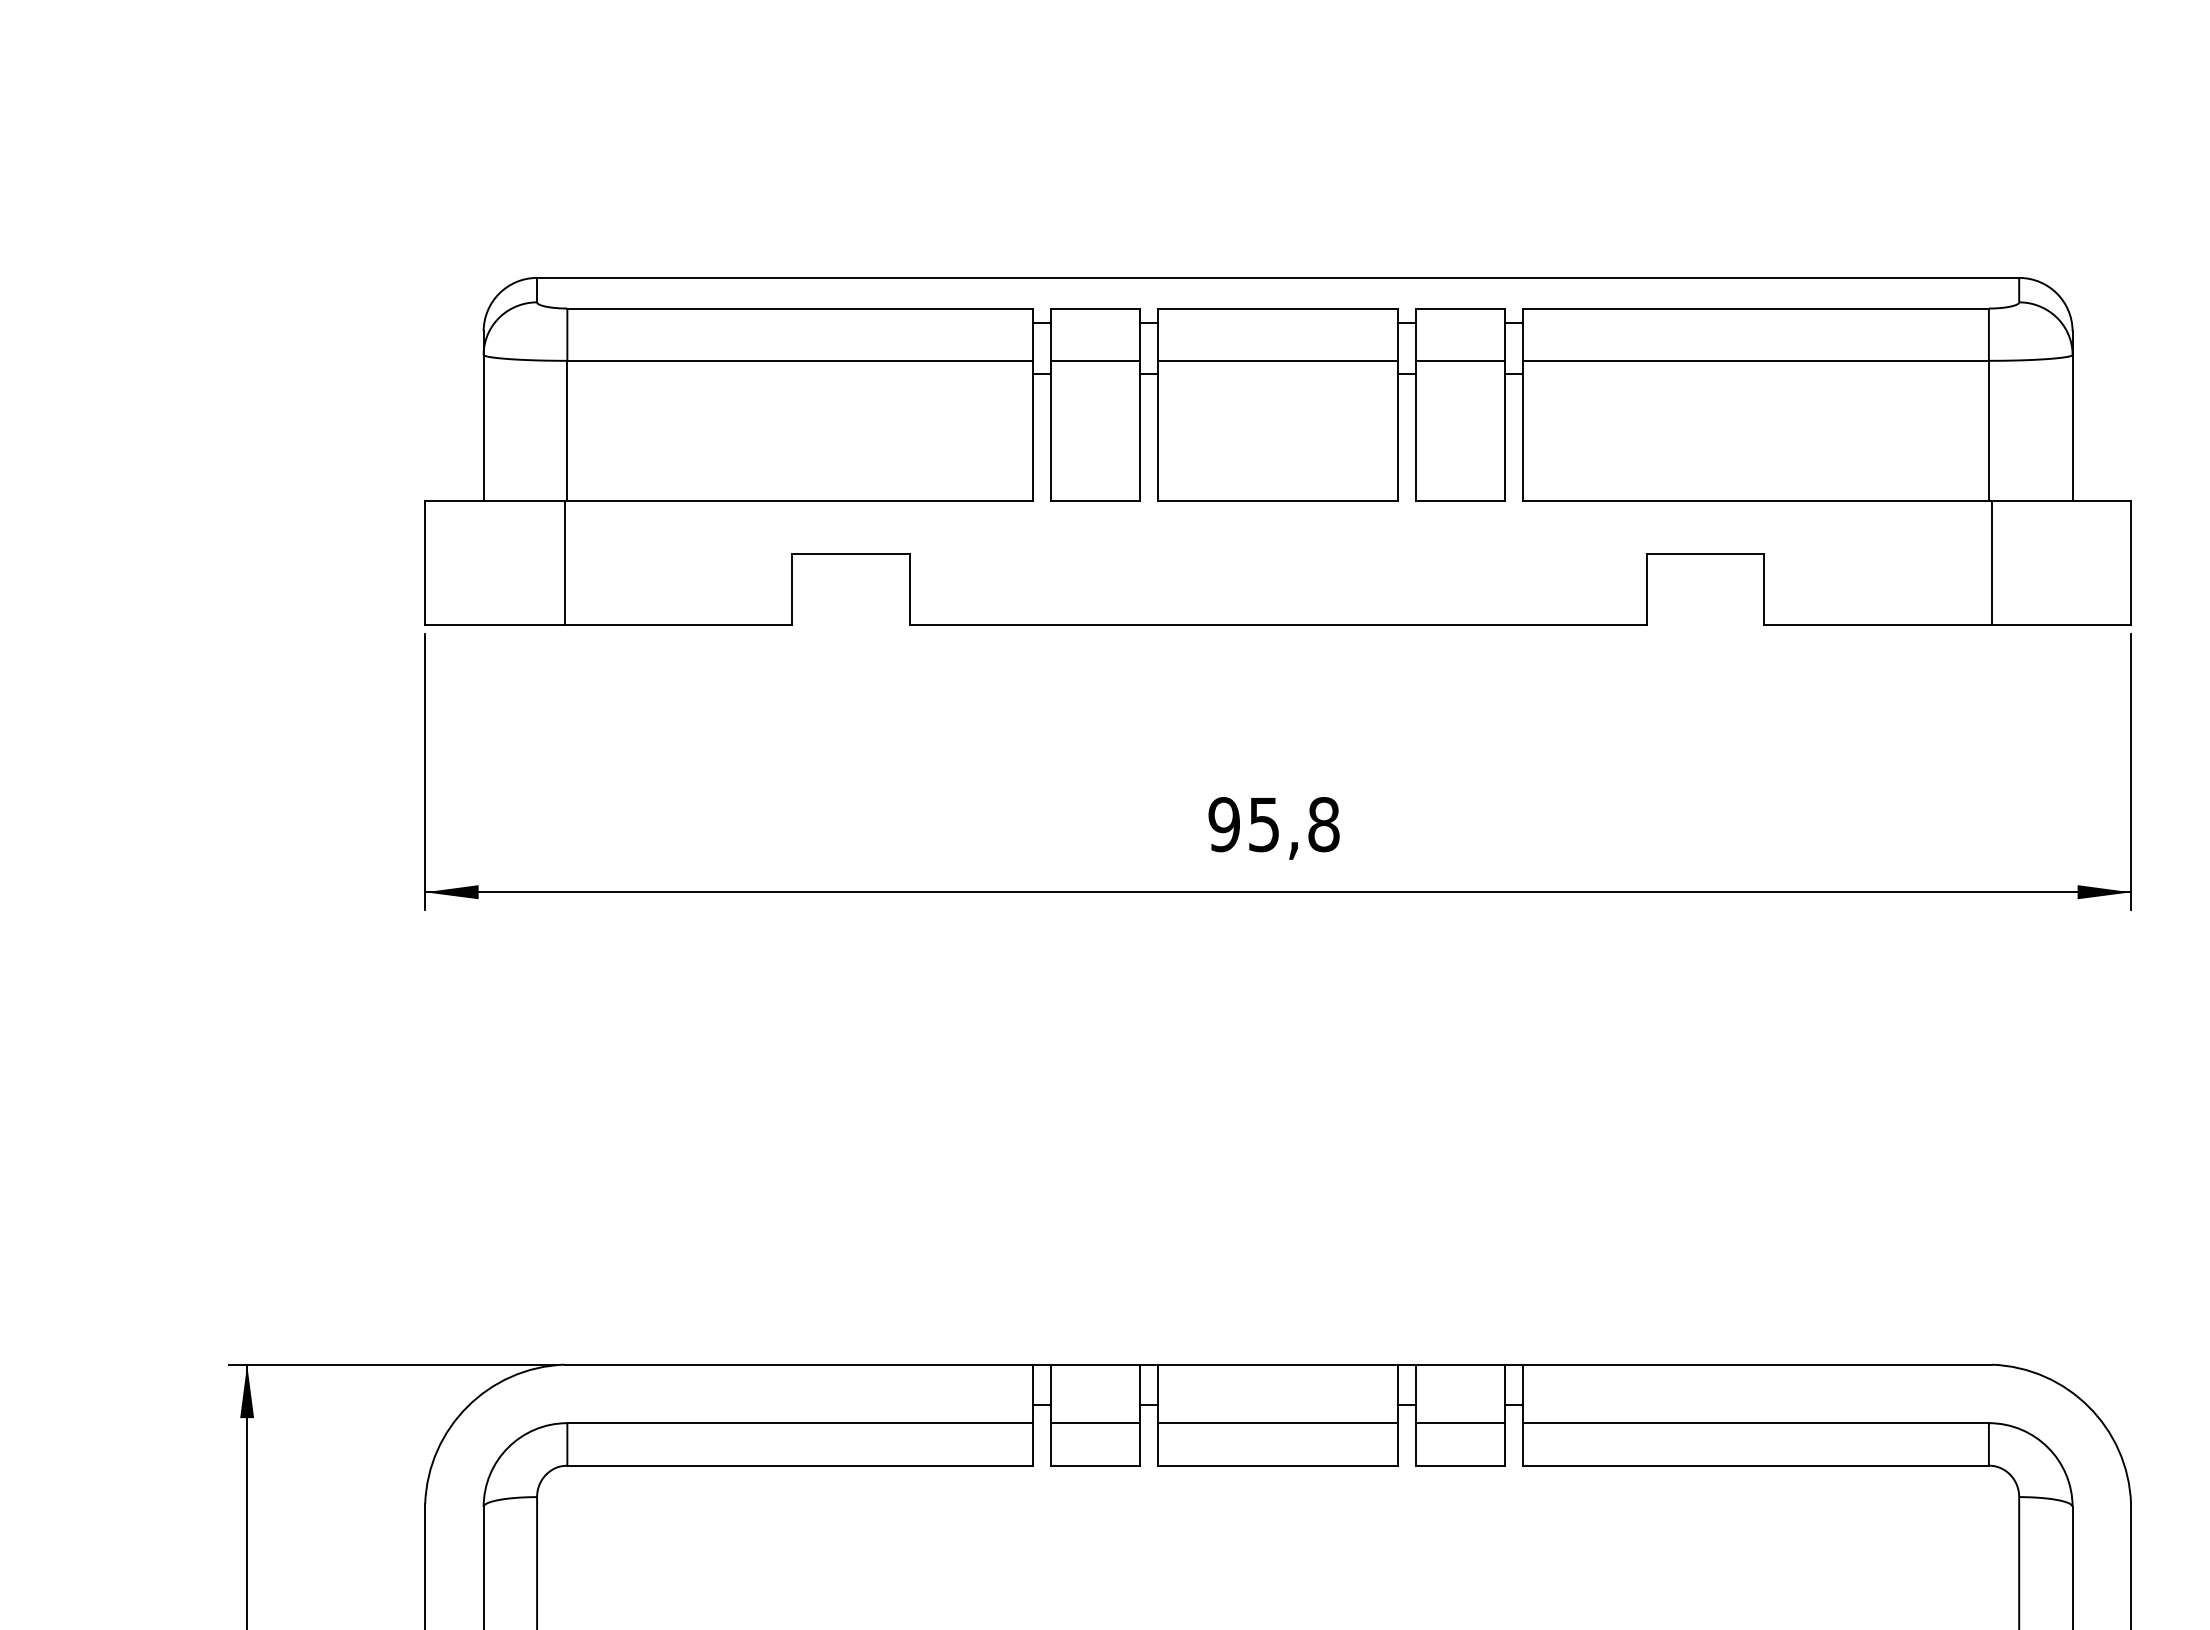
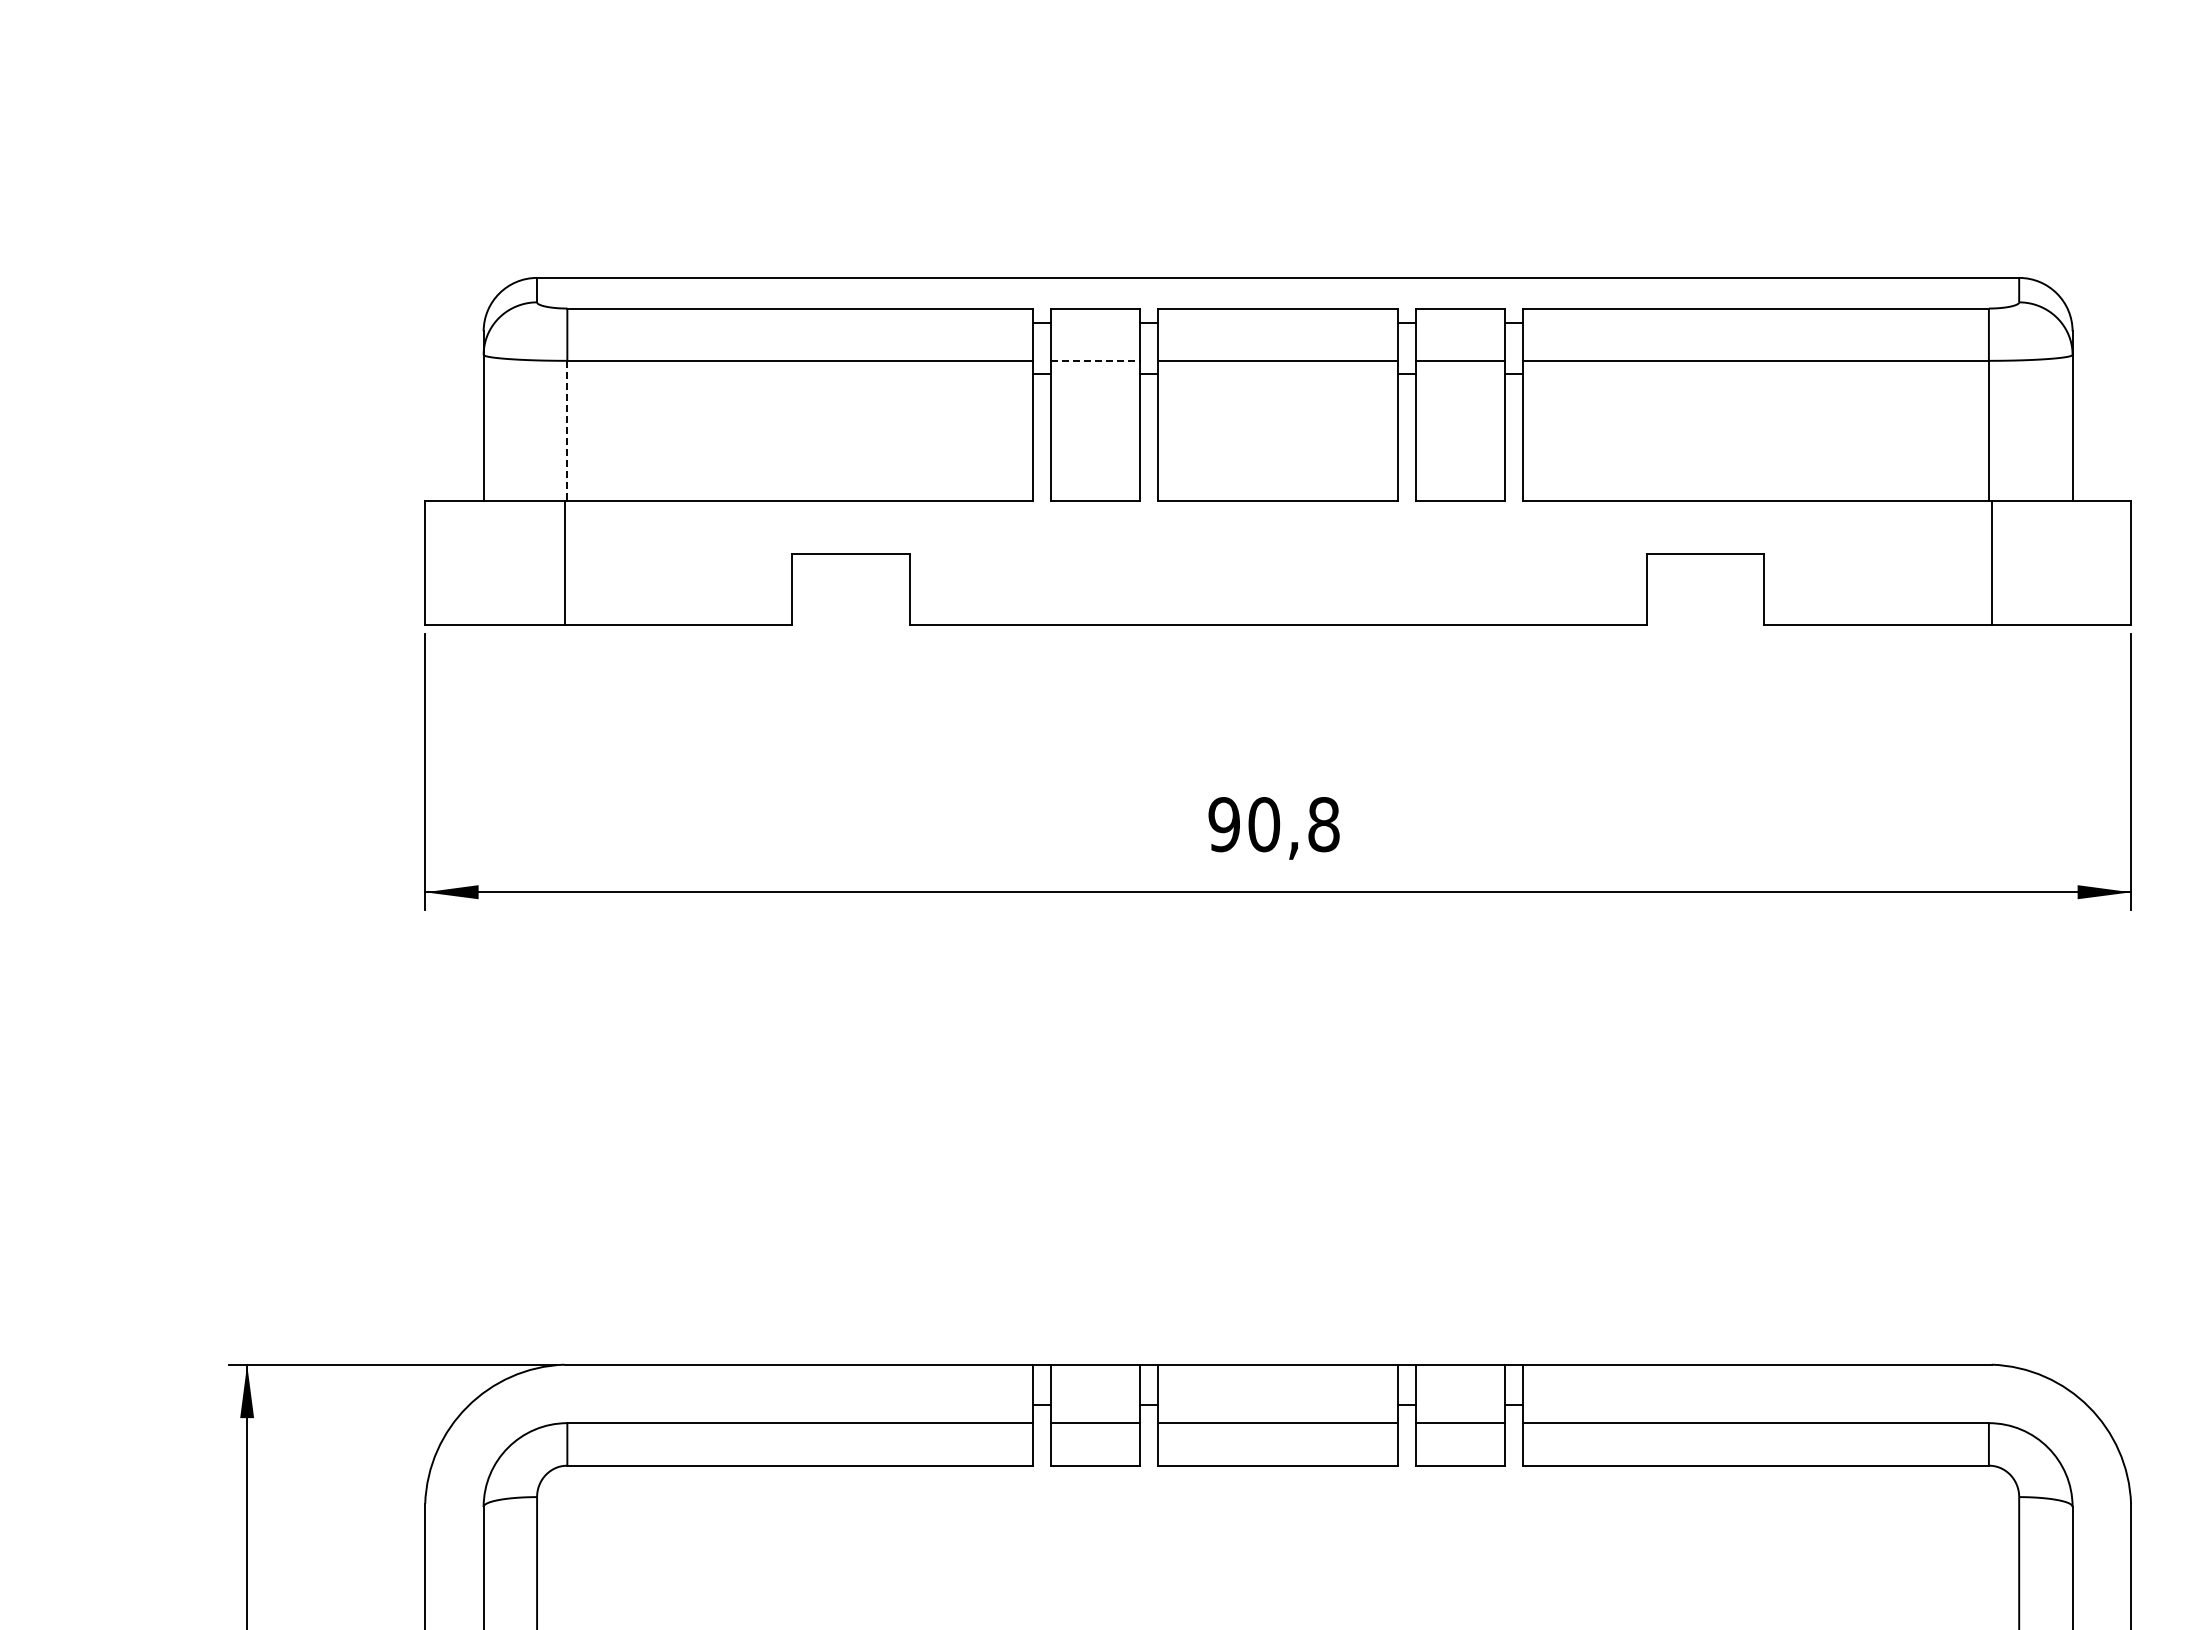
line at (1095, 360): solid -> dashed
line at (567, 430): solid -> dashed
text at (1264, 824): 95,8 -> 90,8
